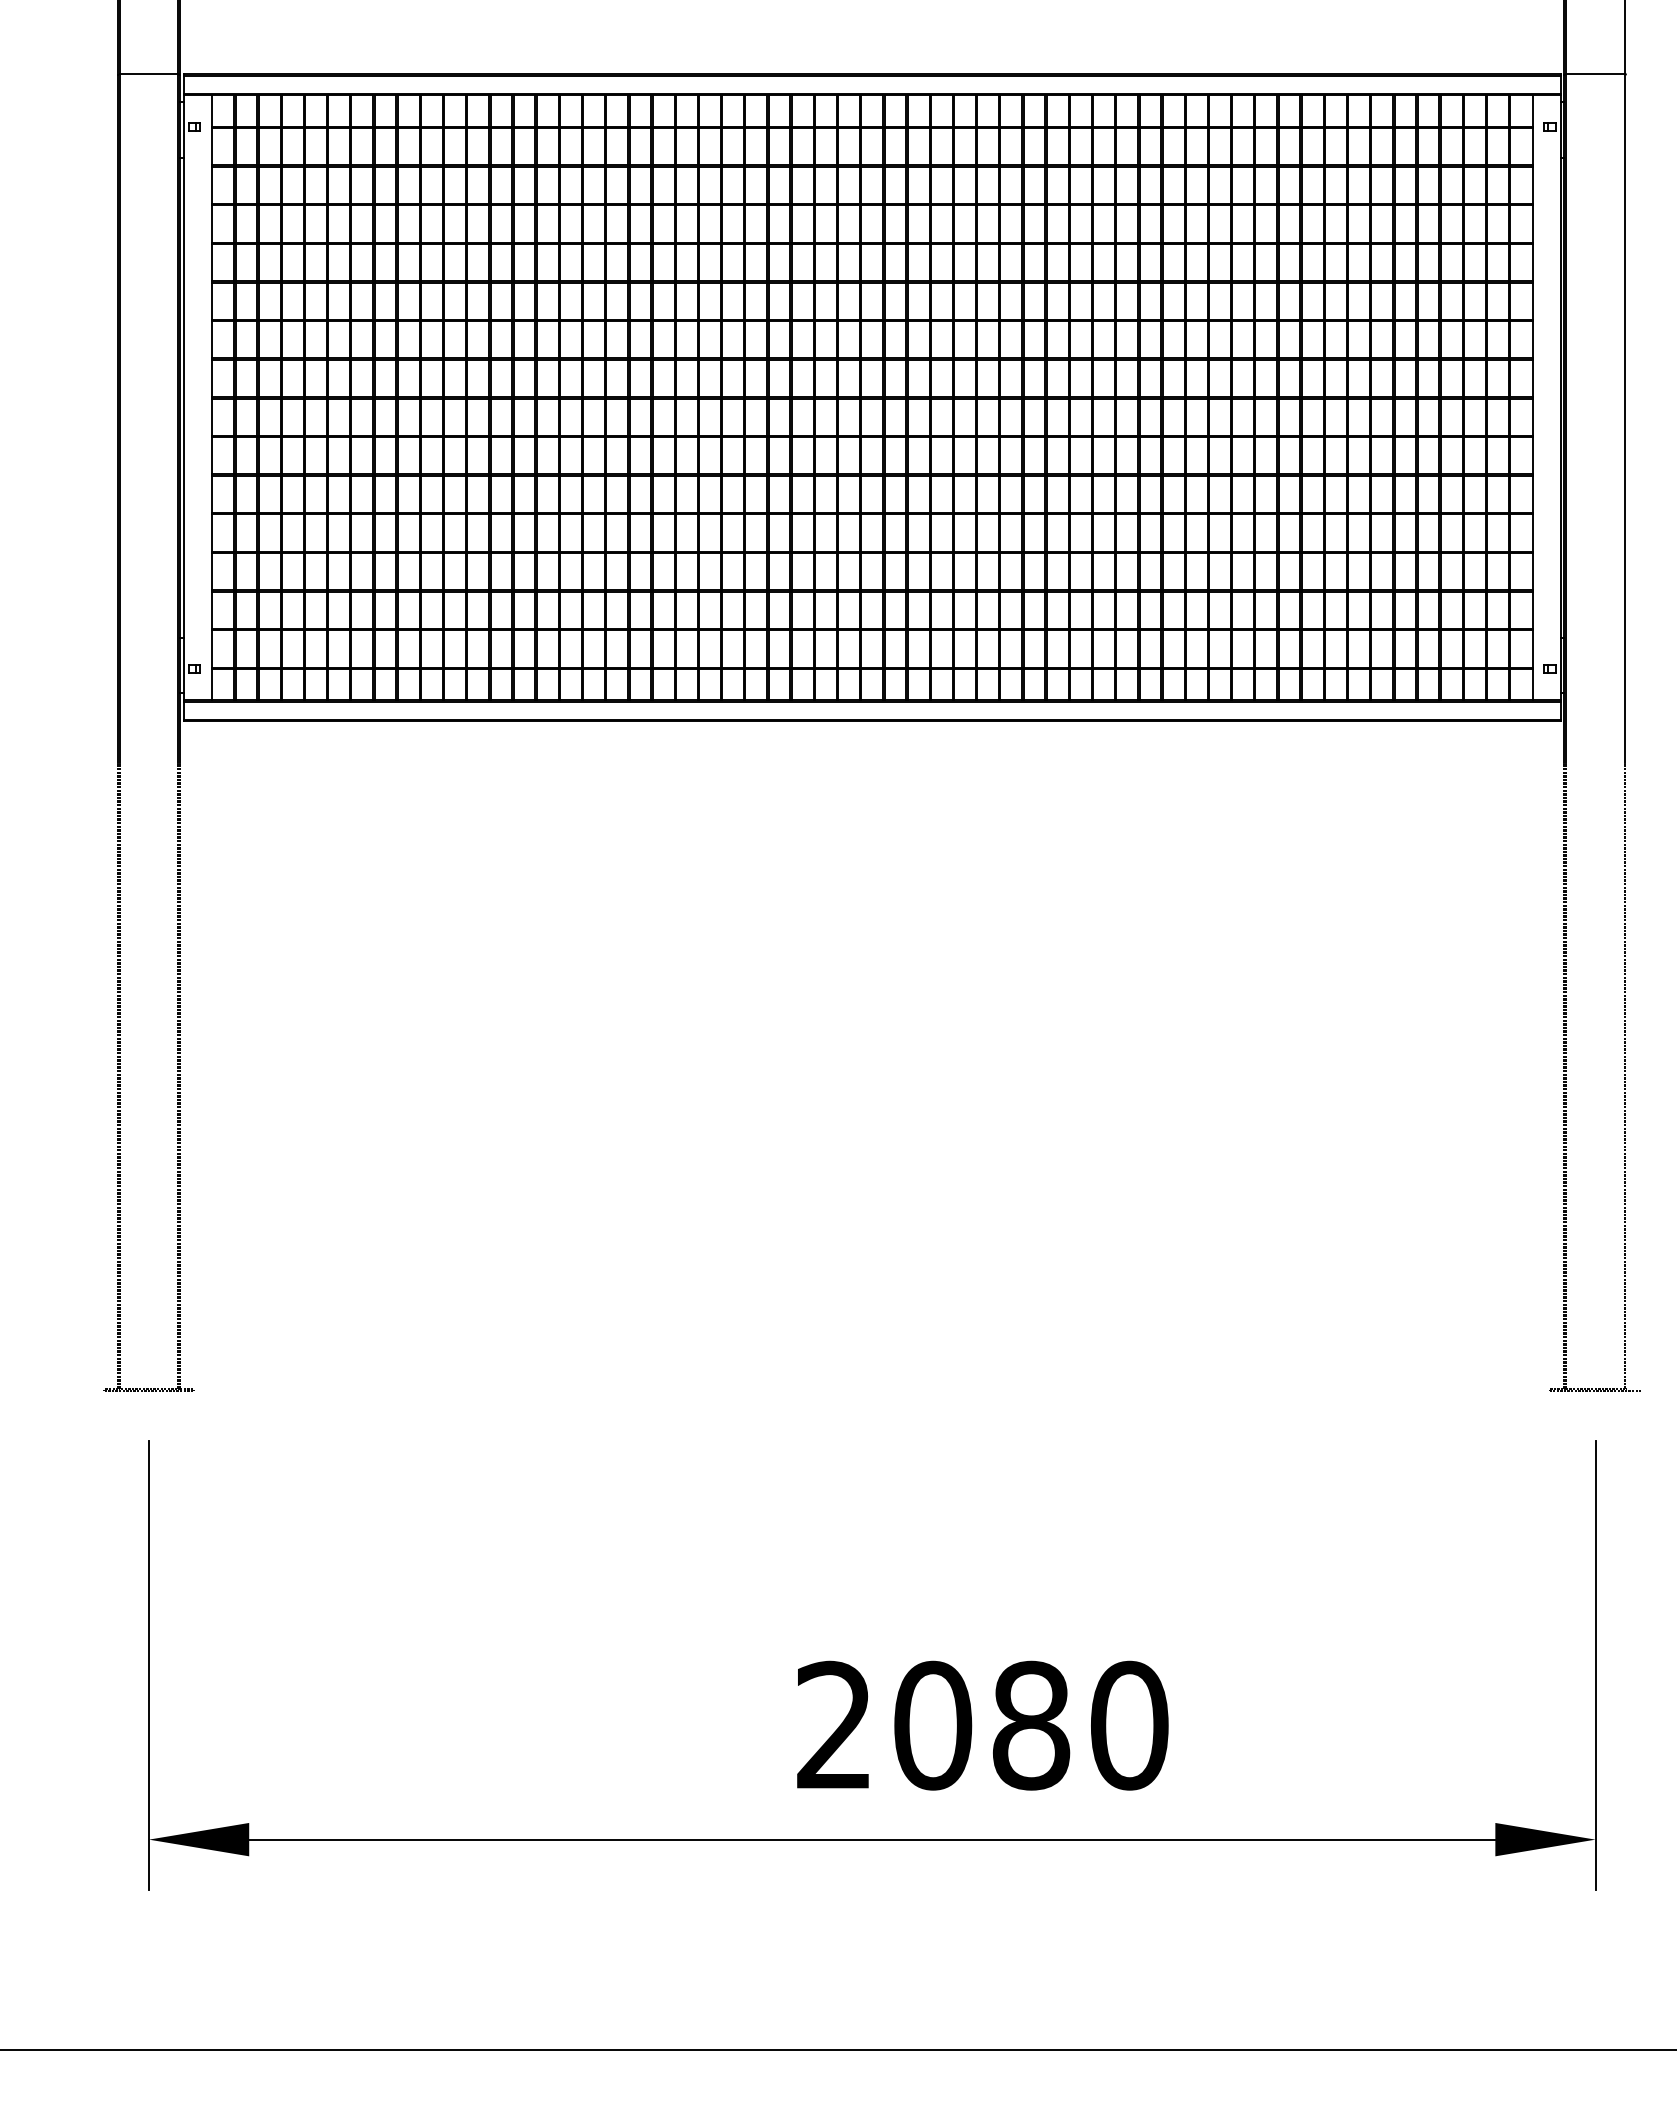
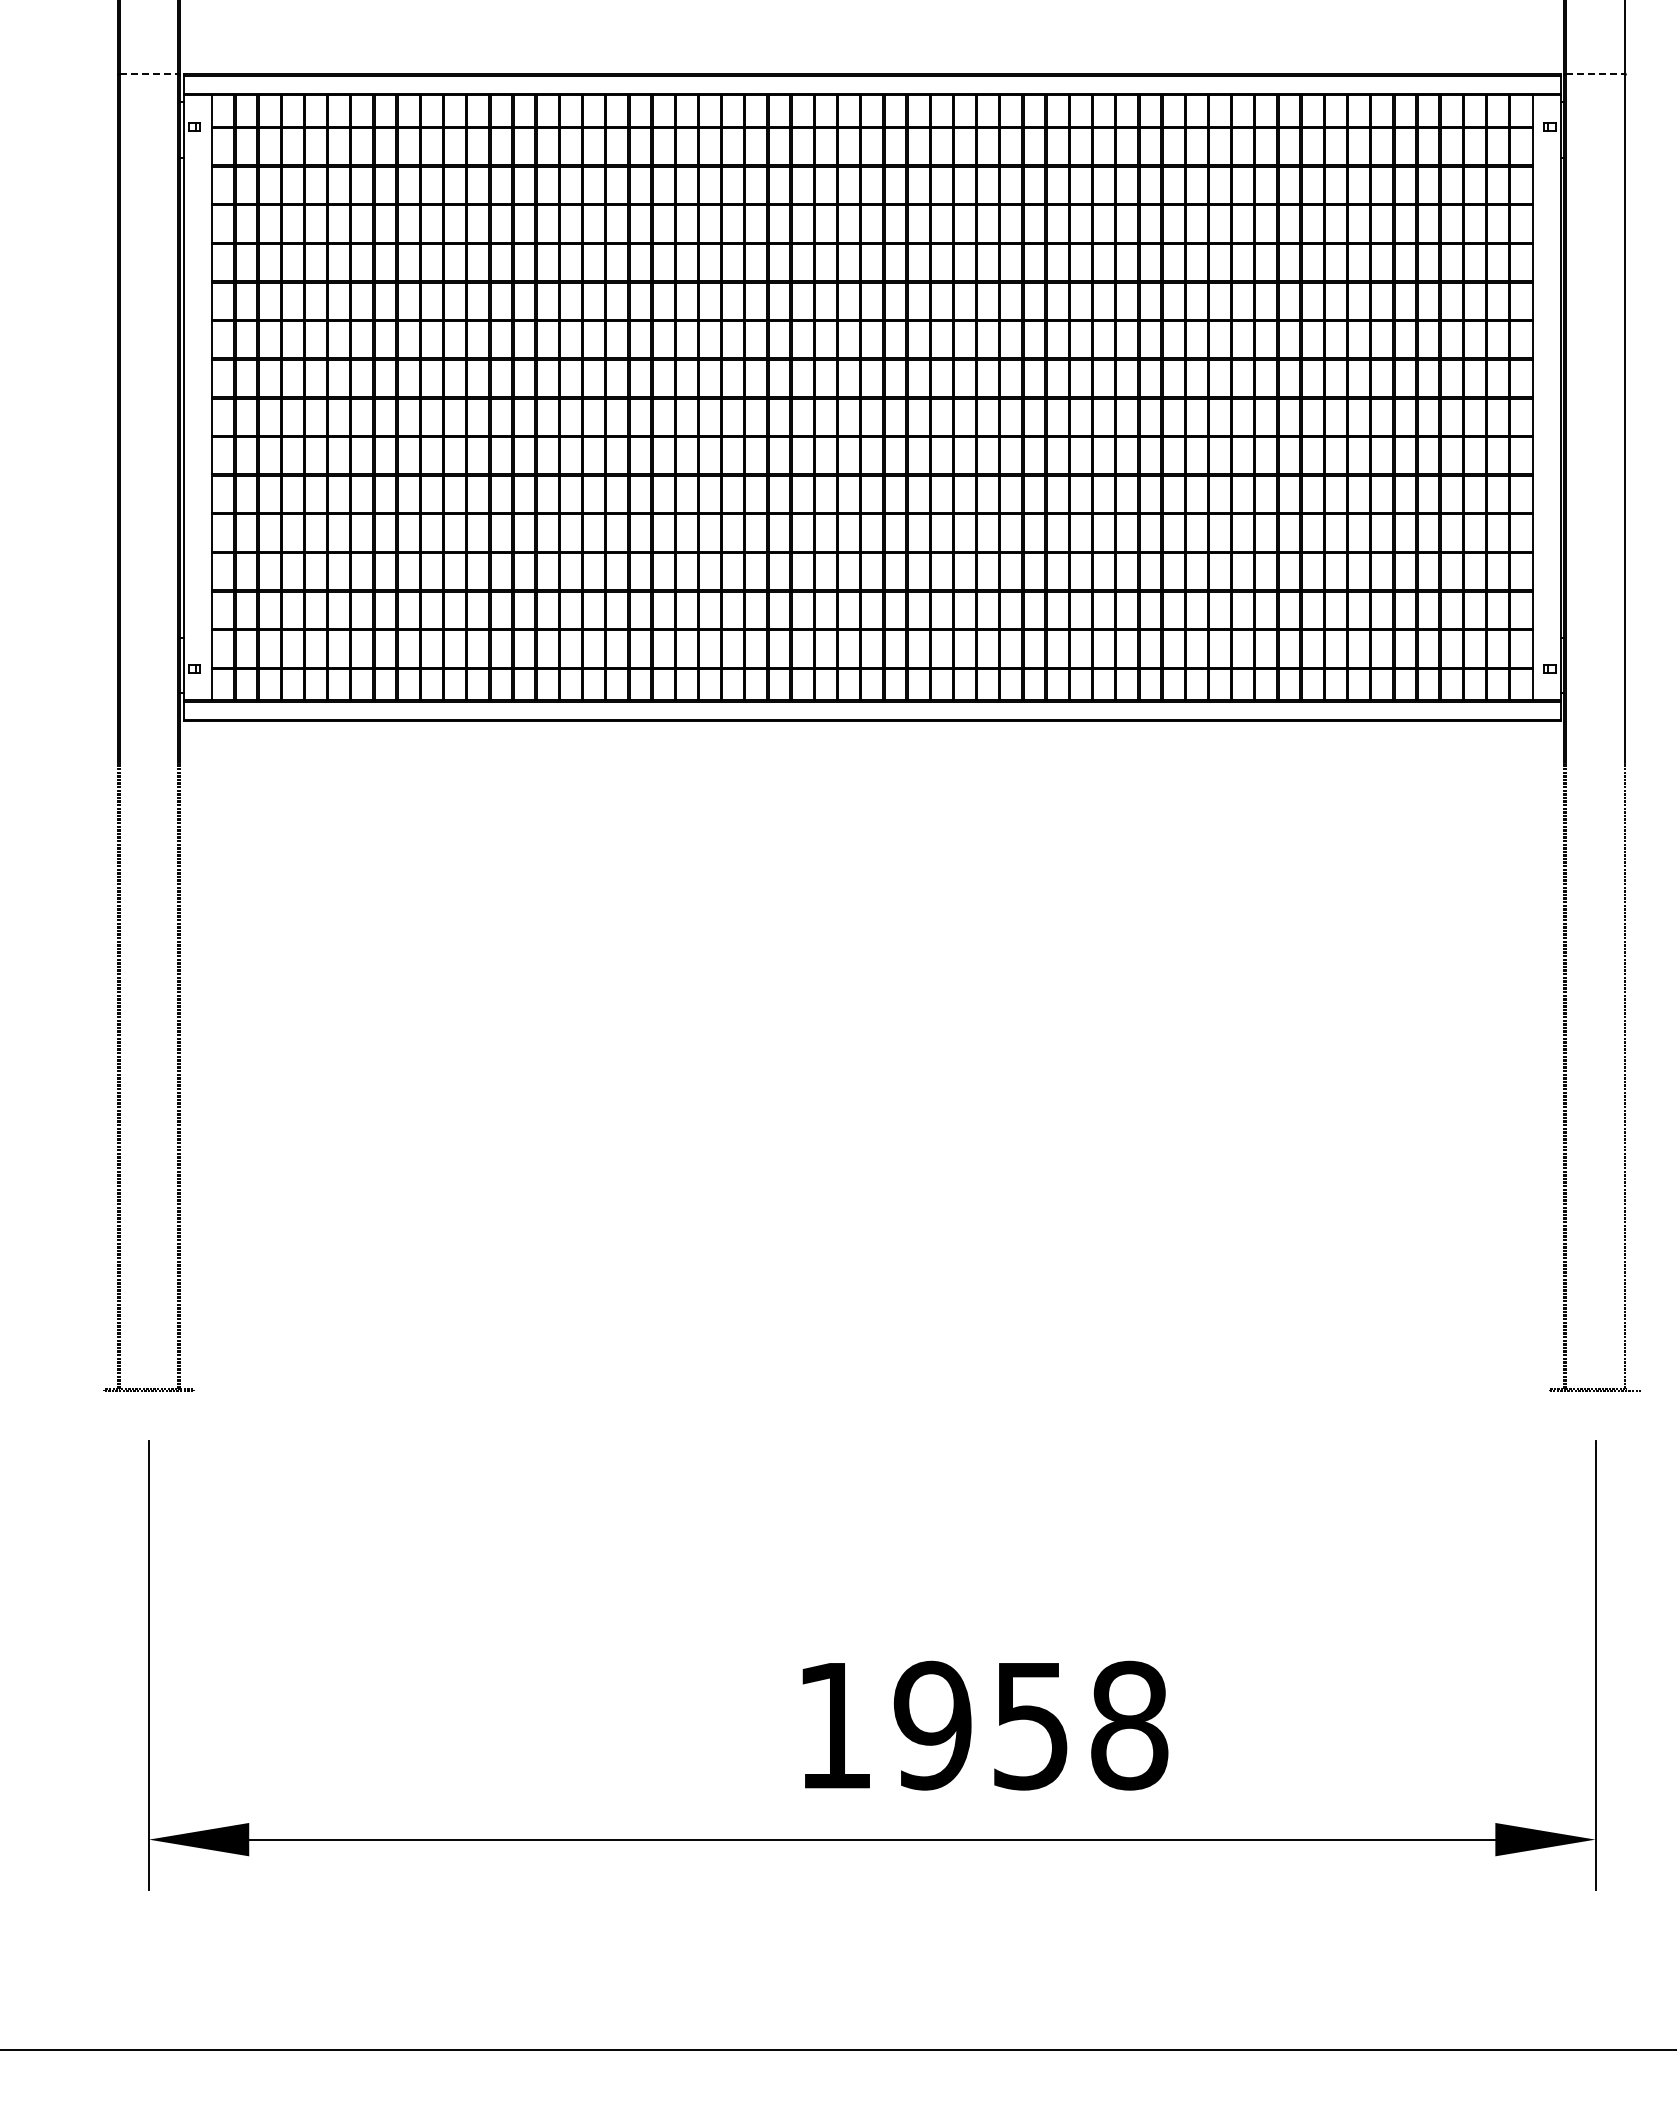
line at (149, 74): solid -> dashed
line at (1596, 74): solid -> dashed
text at (982, 1725): 2080 -> 1958
